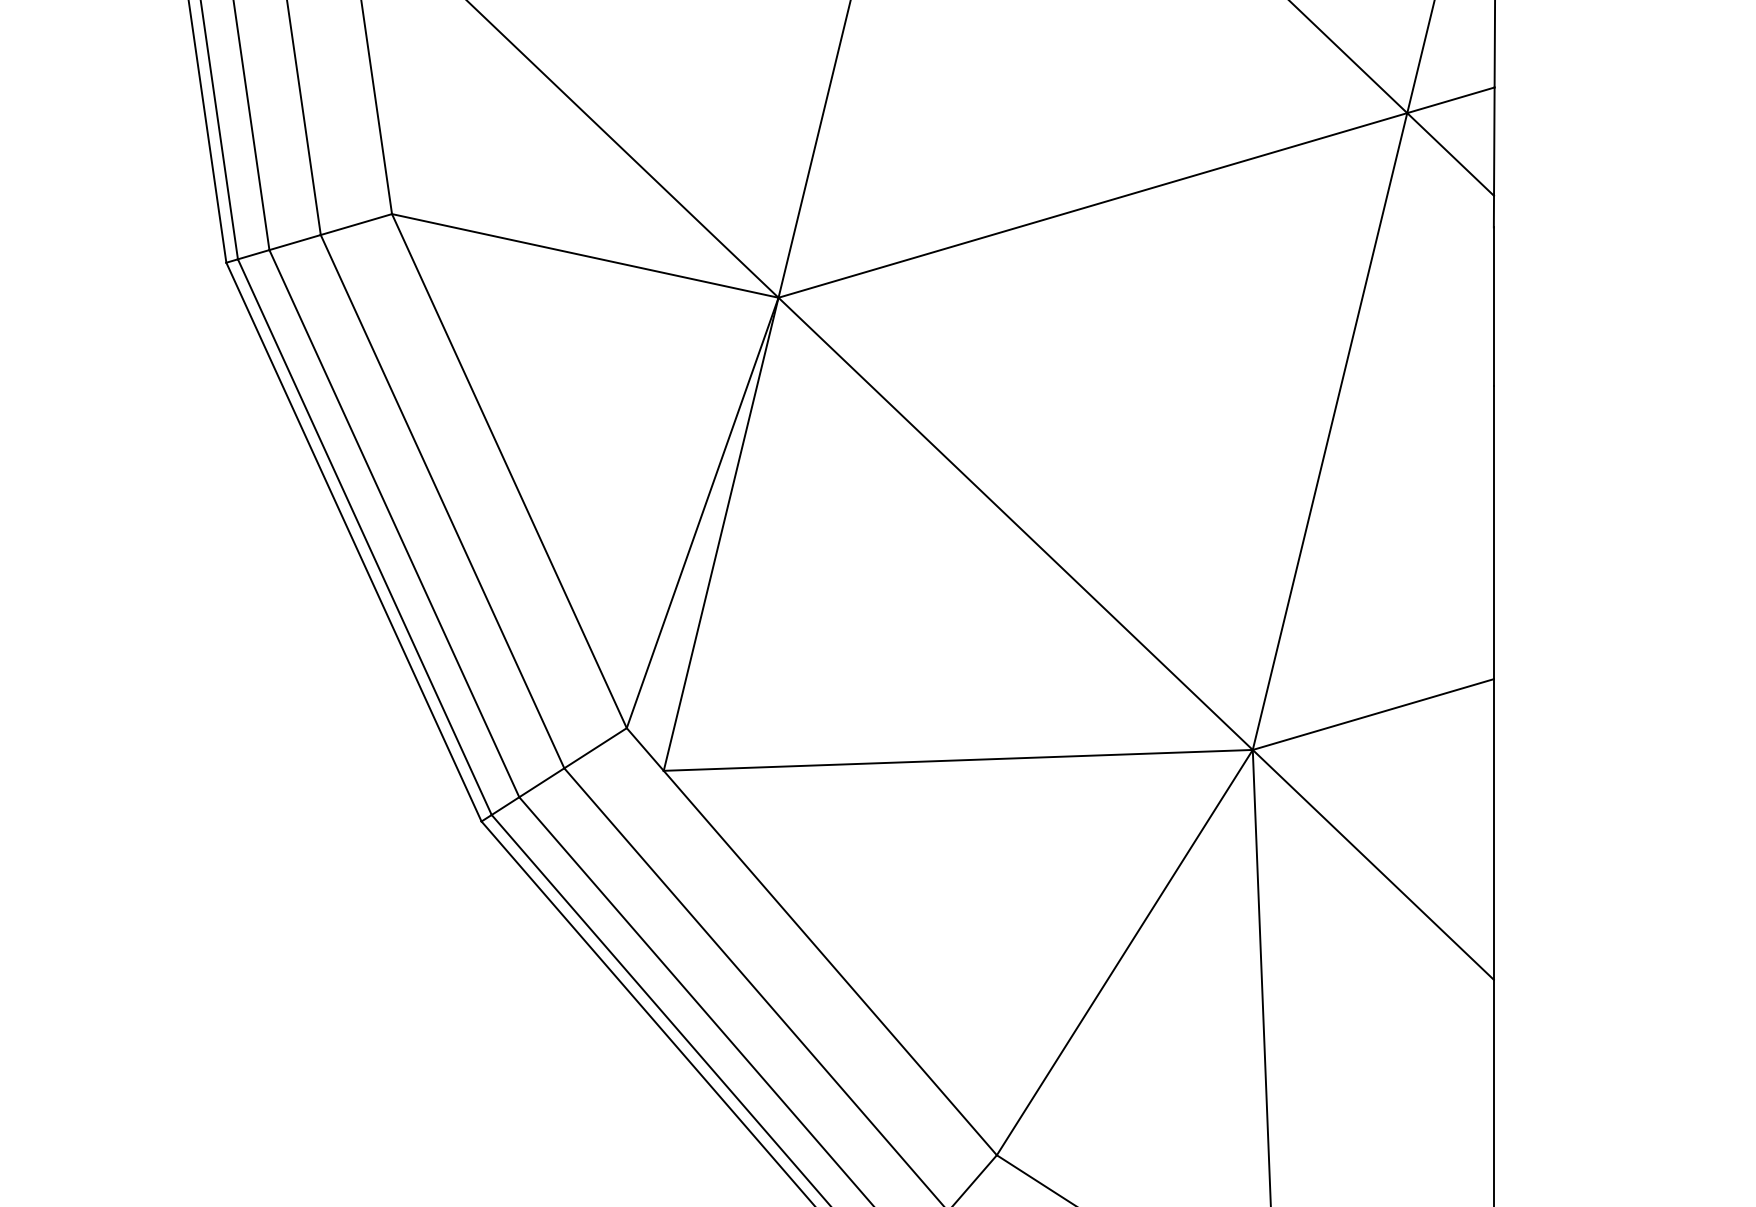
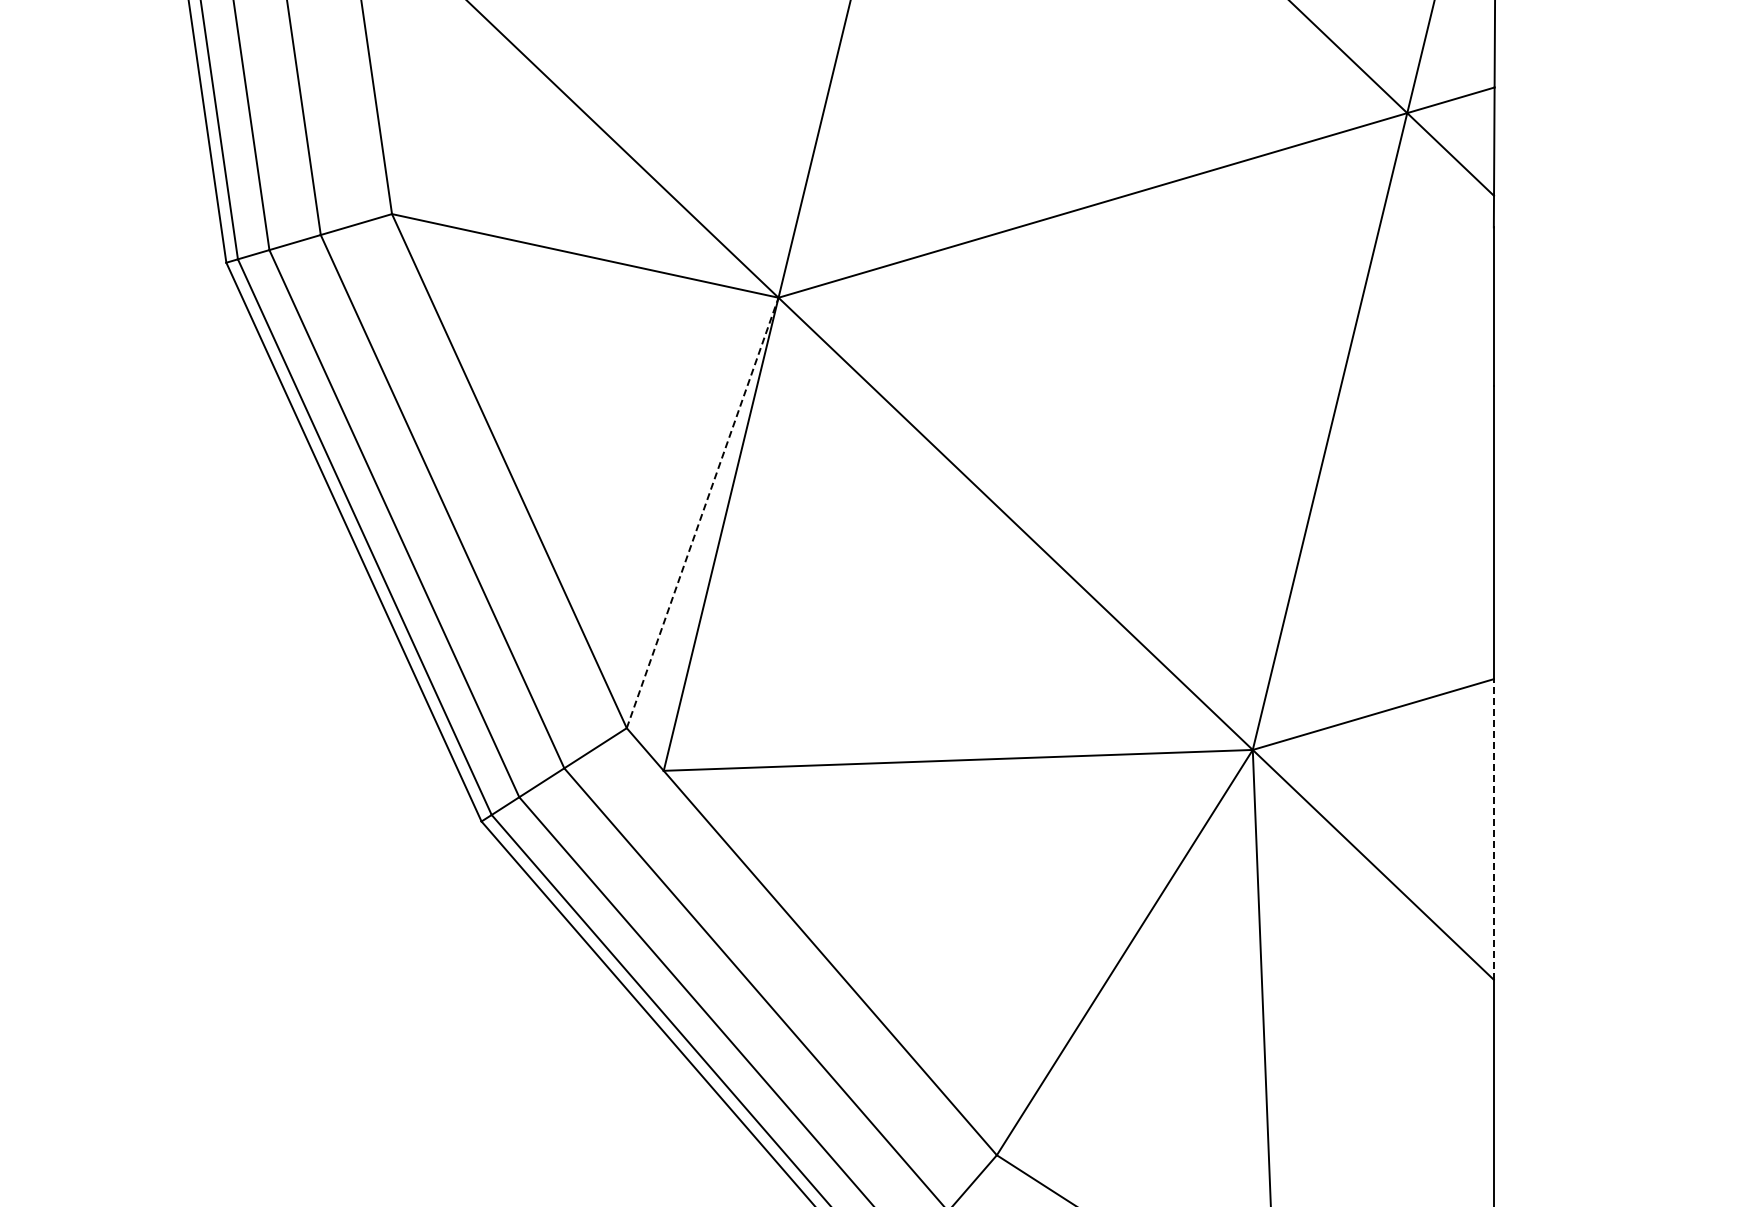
line at (702, 512): solid -> dashed
line at (1493, 828): solid -> dashed
